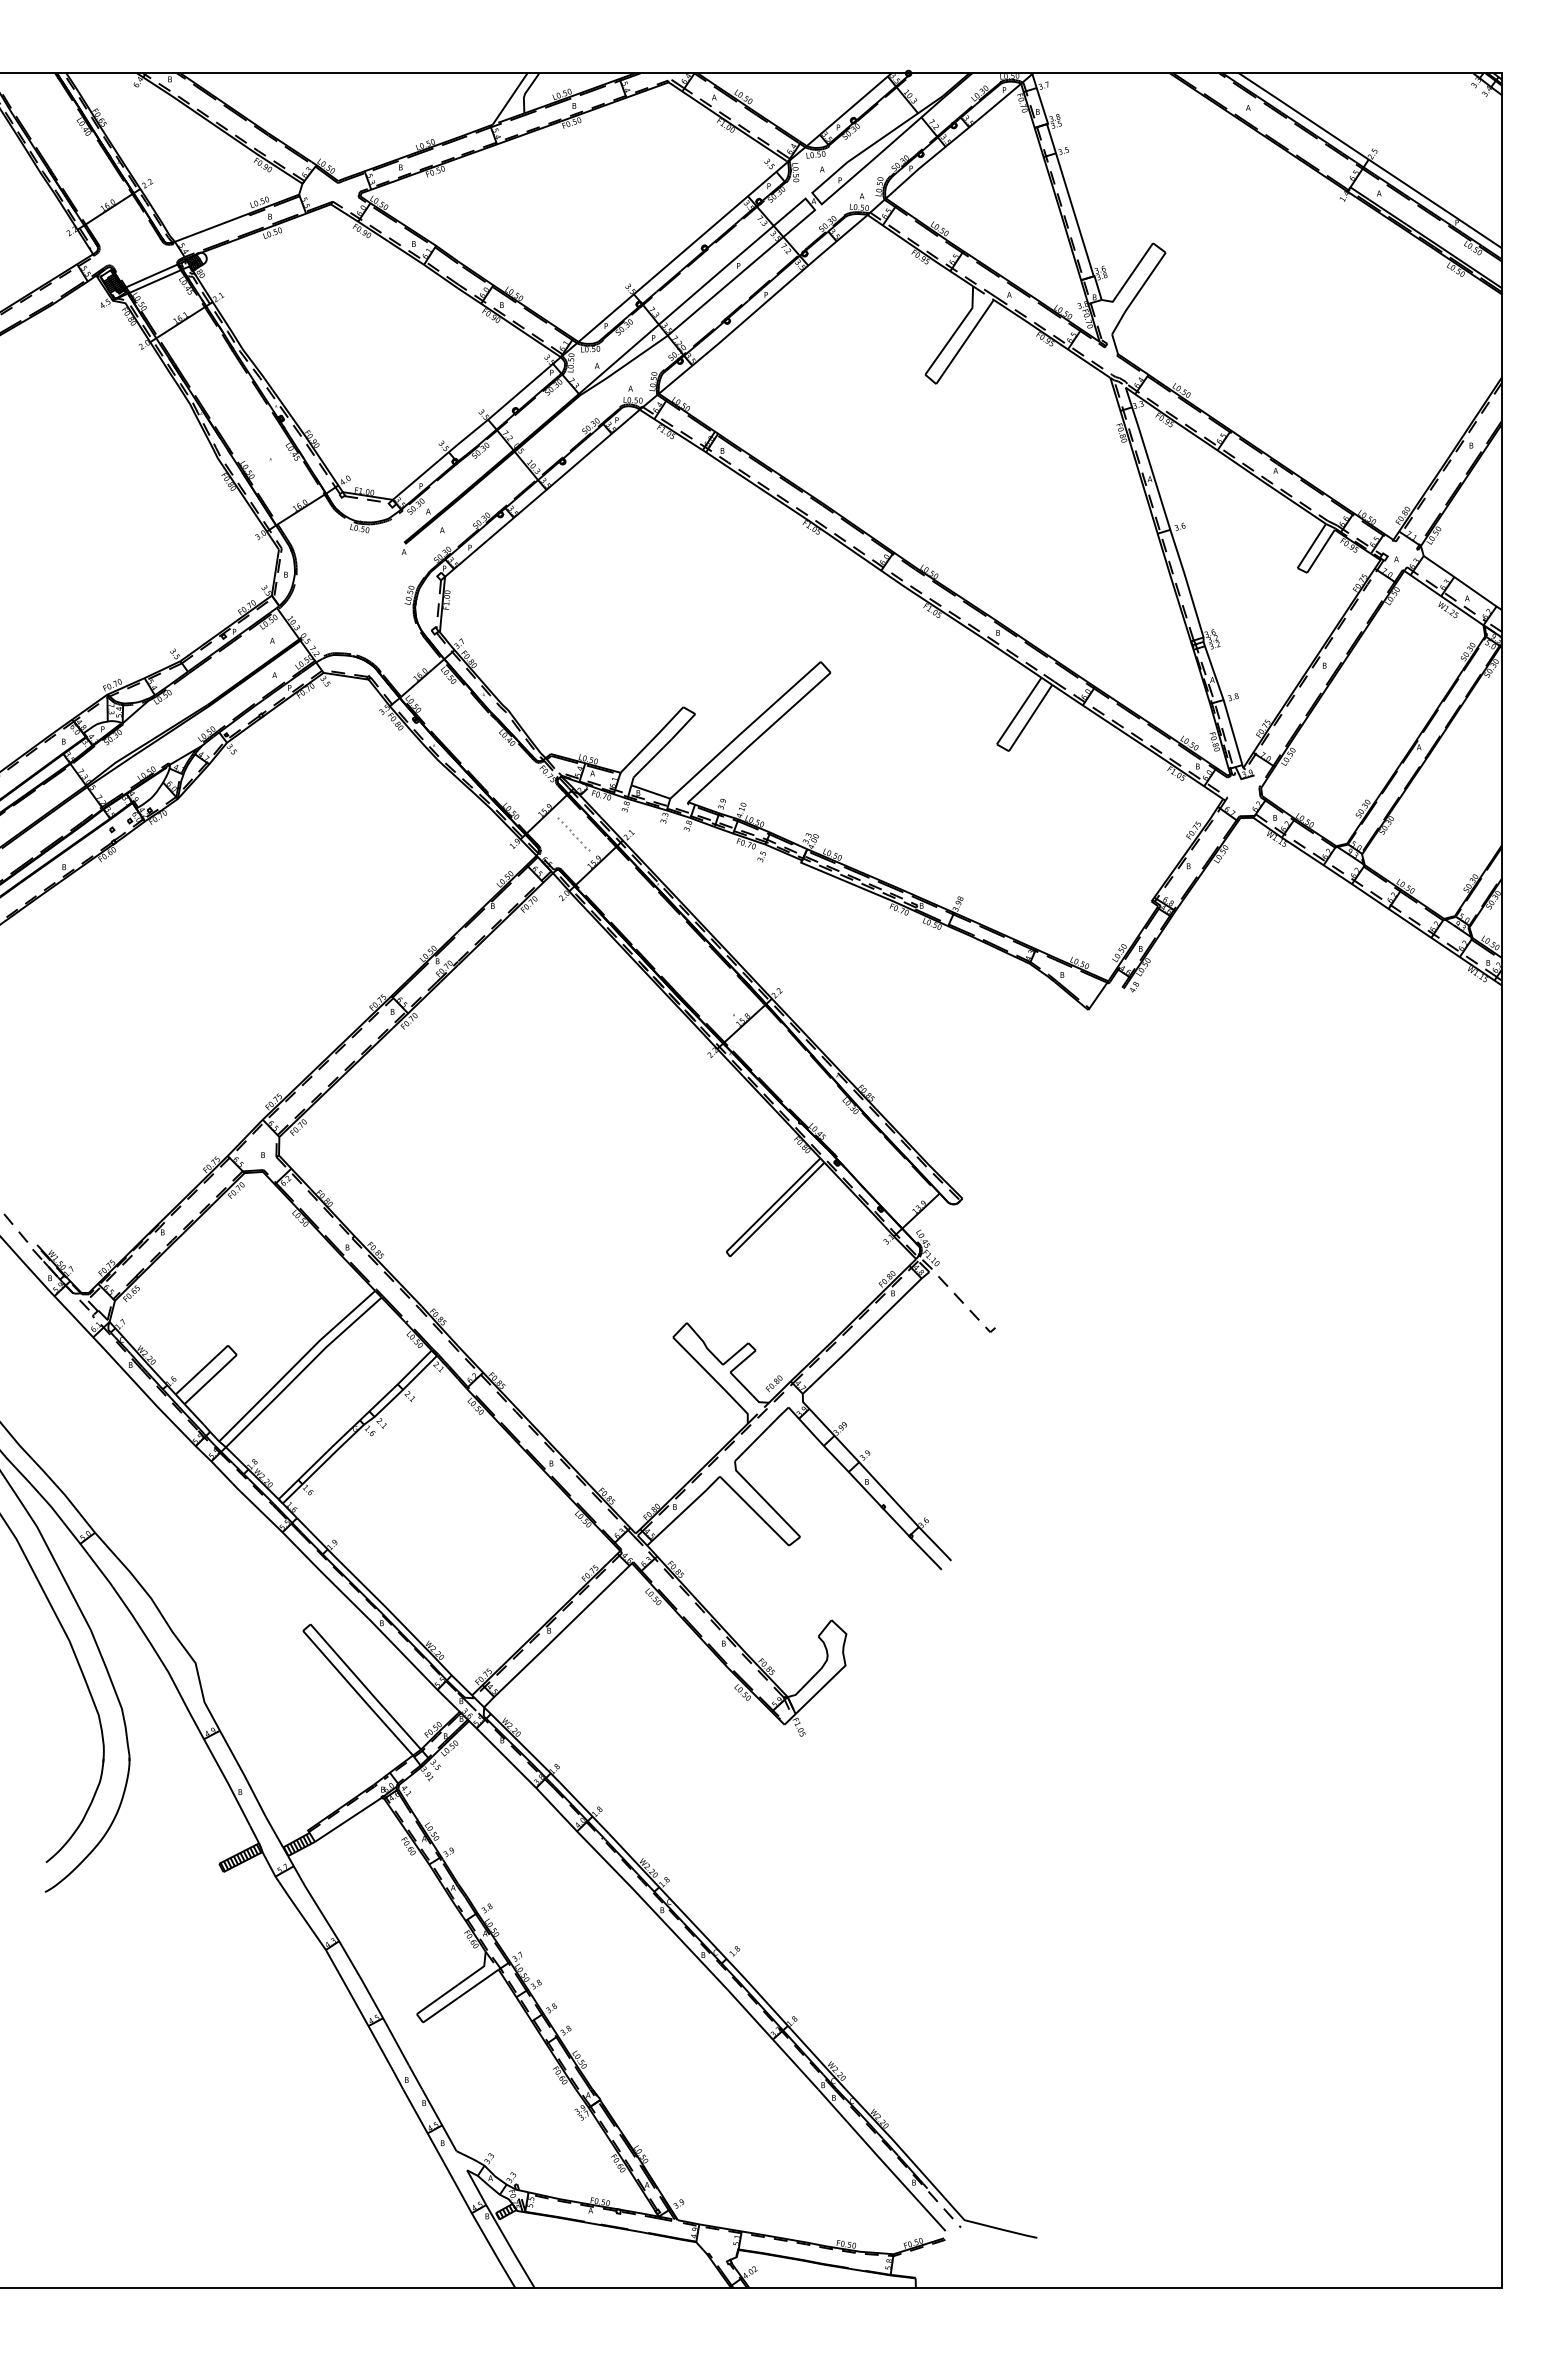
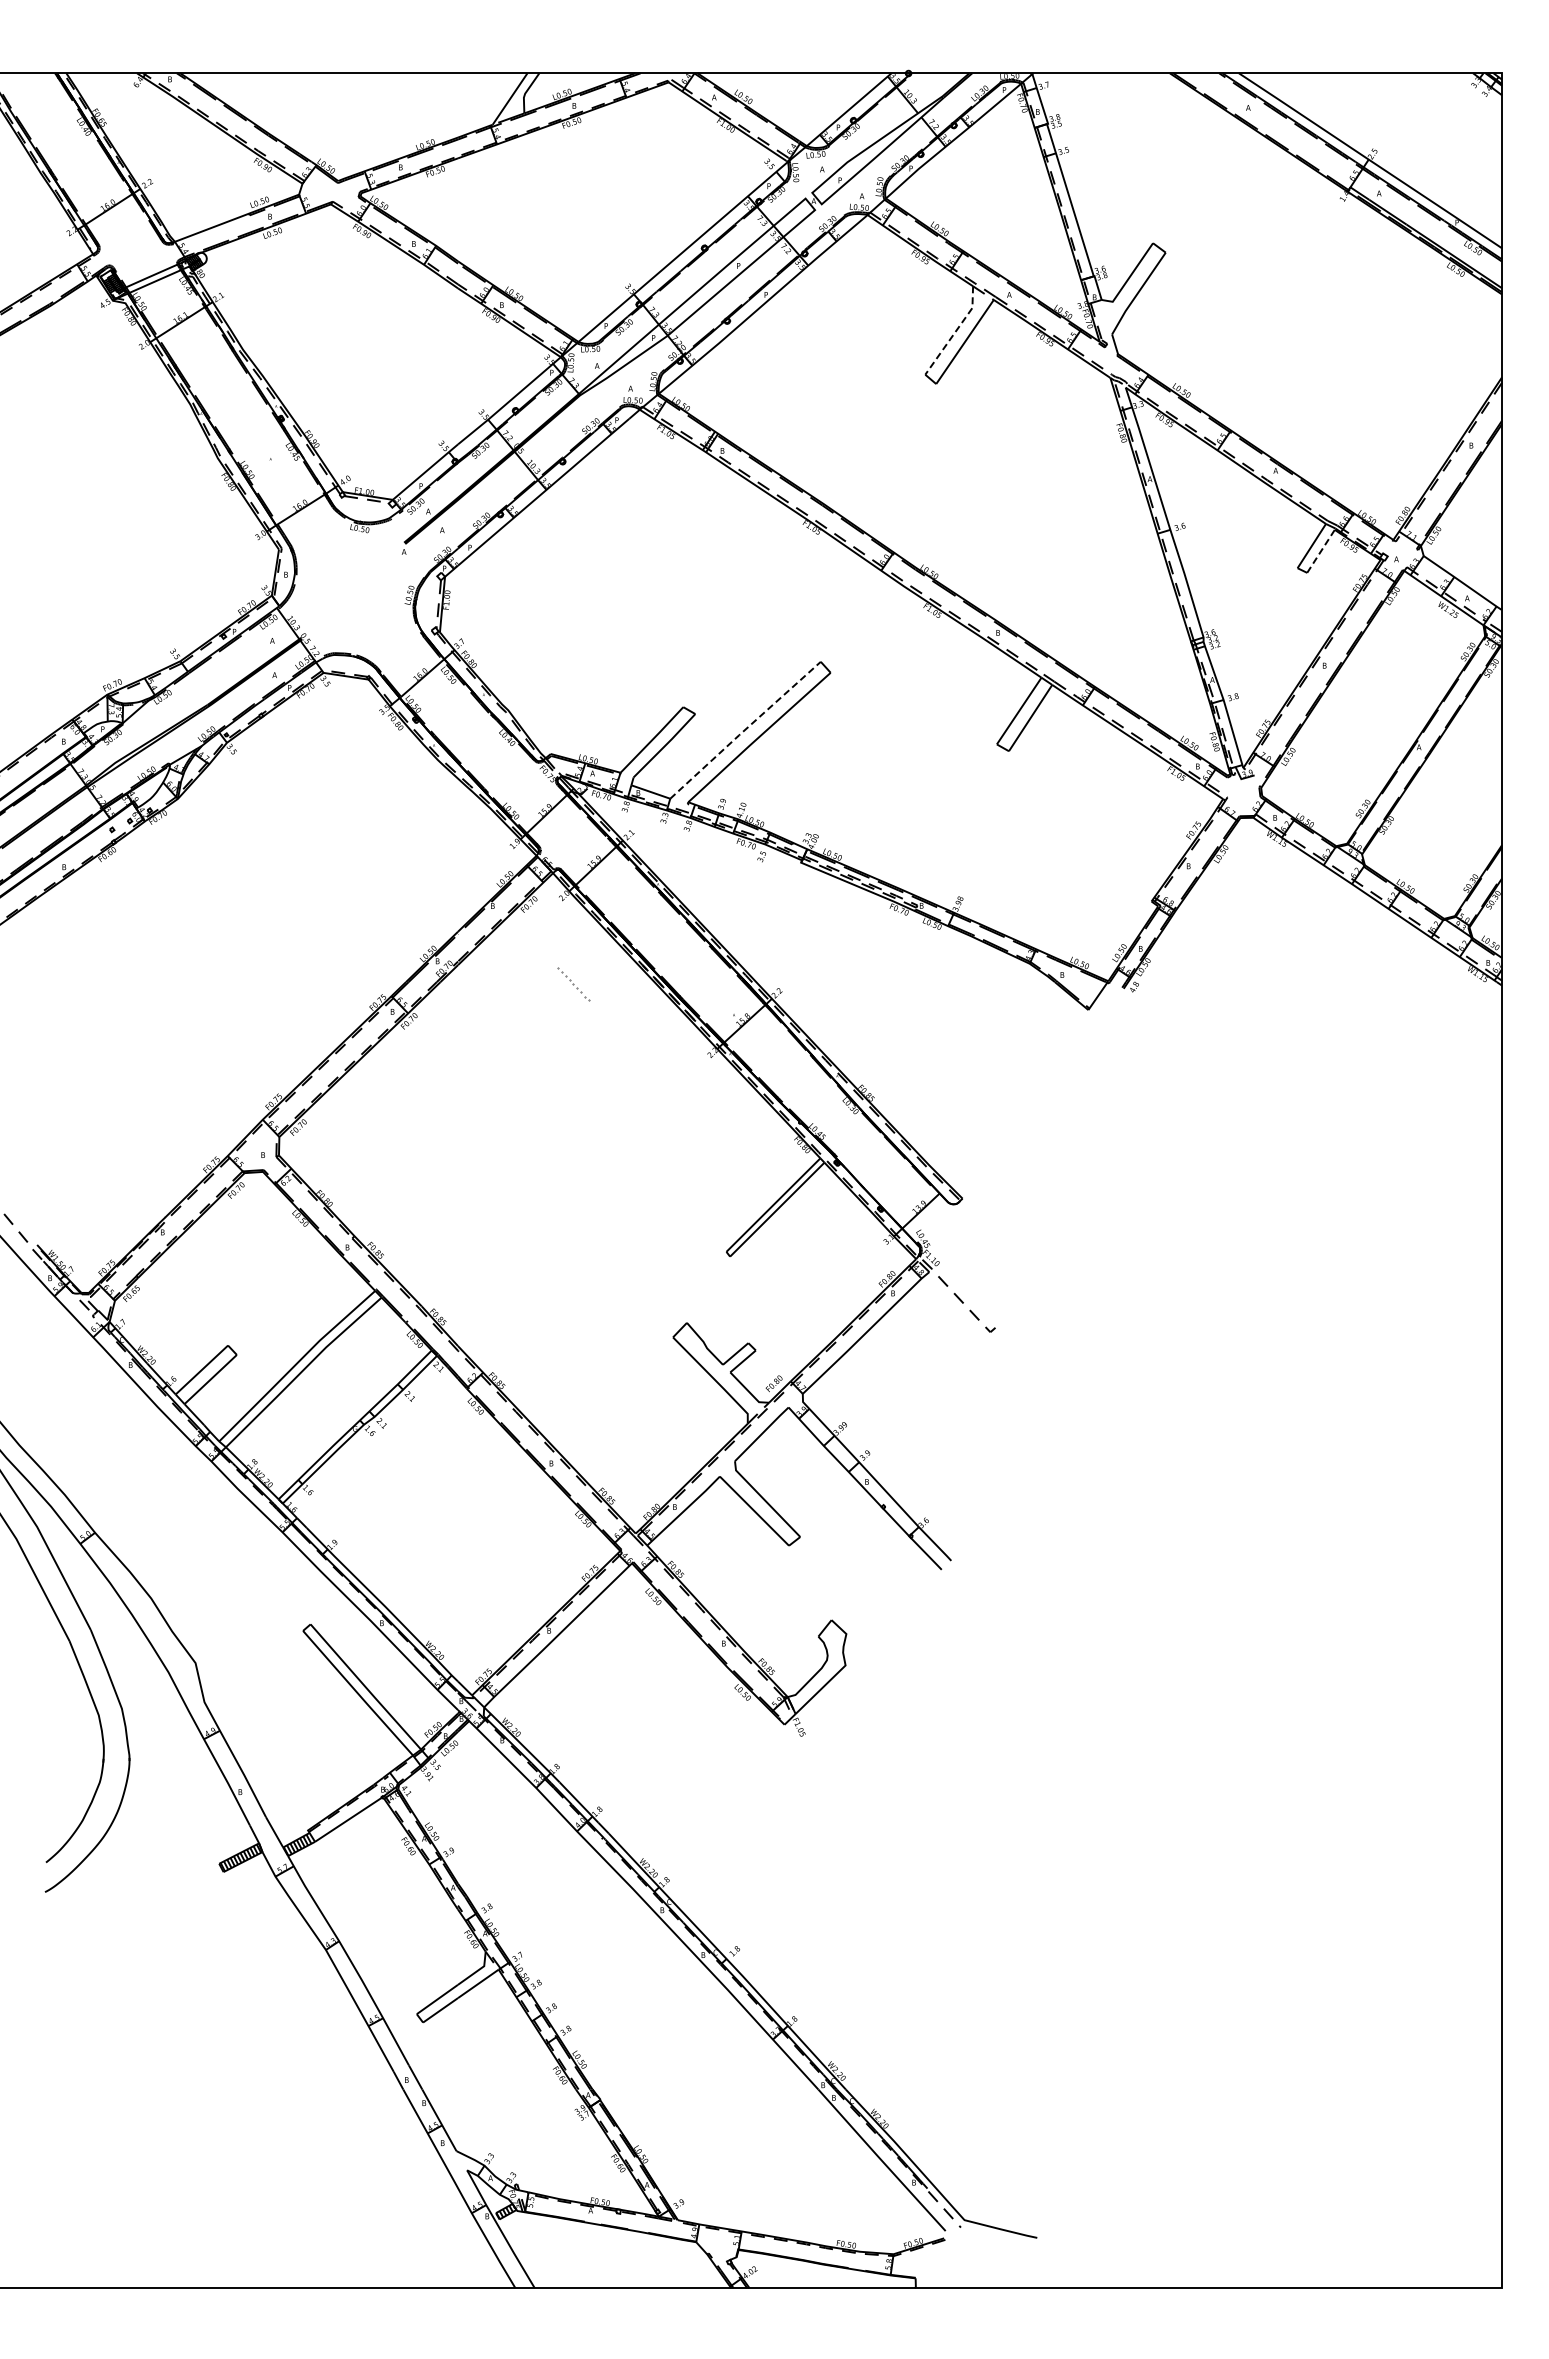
line at (955, 332): solid -> dashed
line at (1321, 551): solid -> dashed
line at (745, 729): solid -> dashed
part at (573, 834) position: (573, 834) -> (573, 984)
